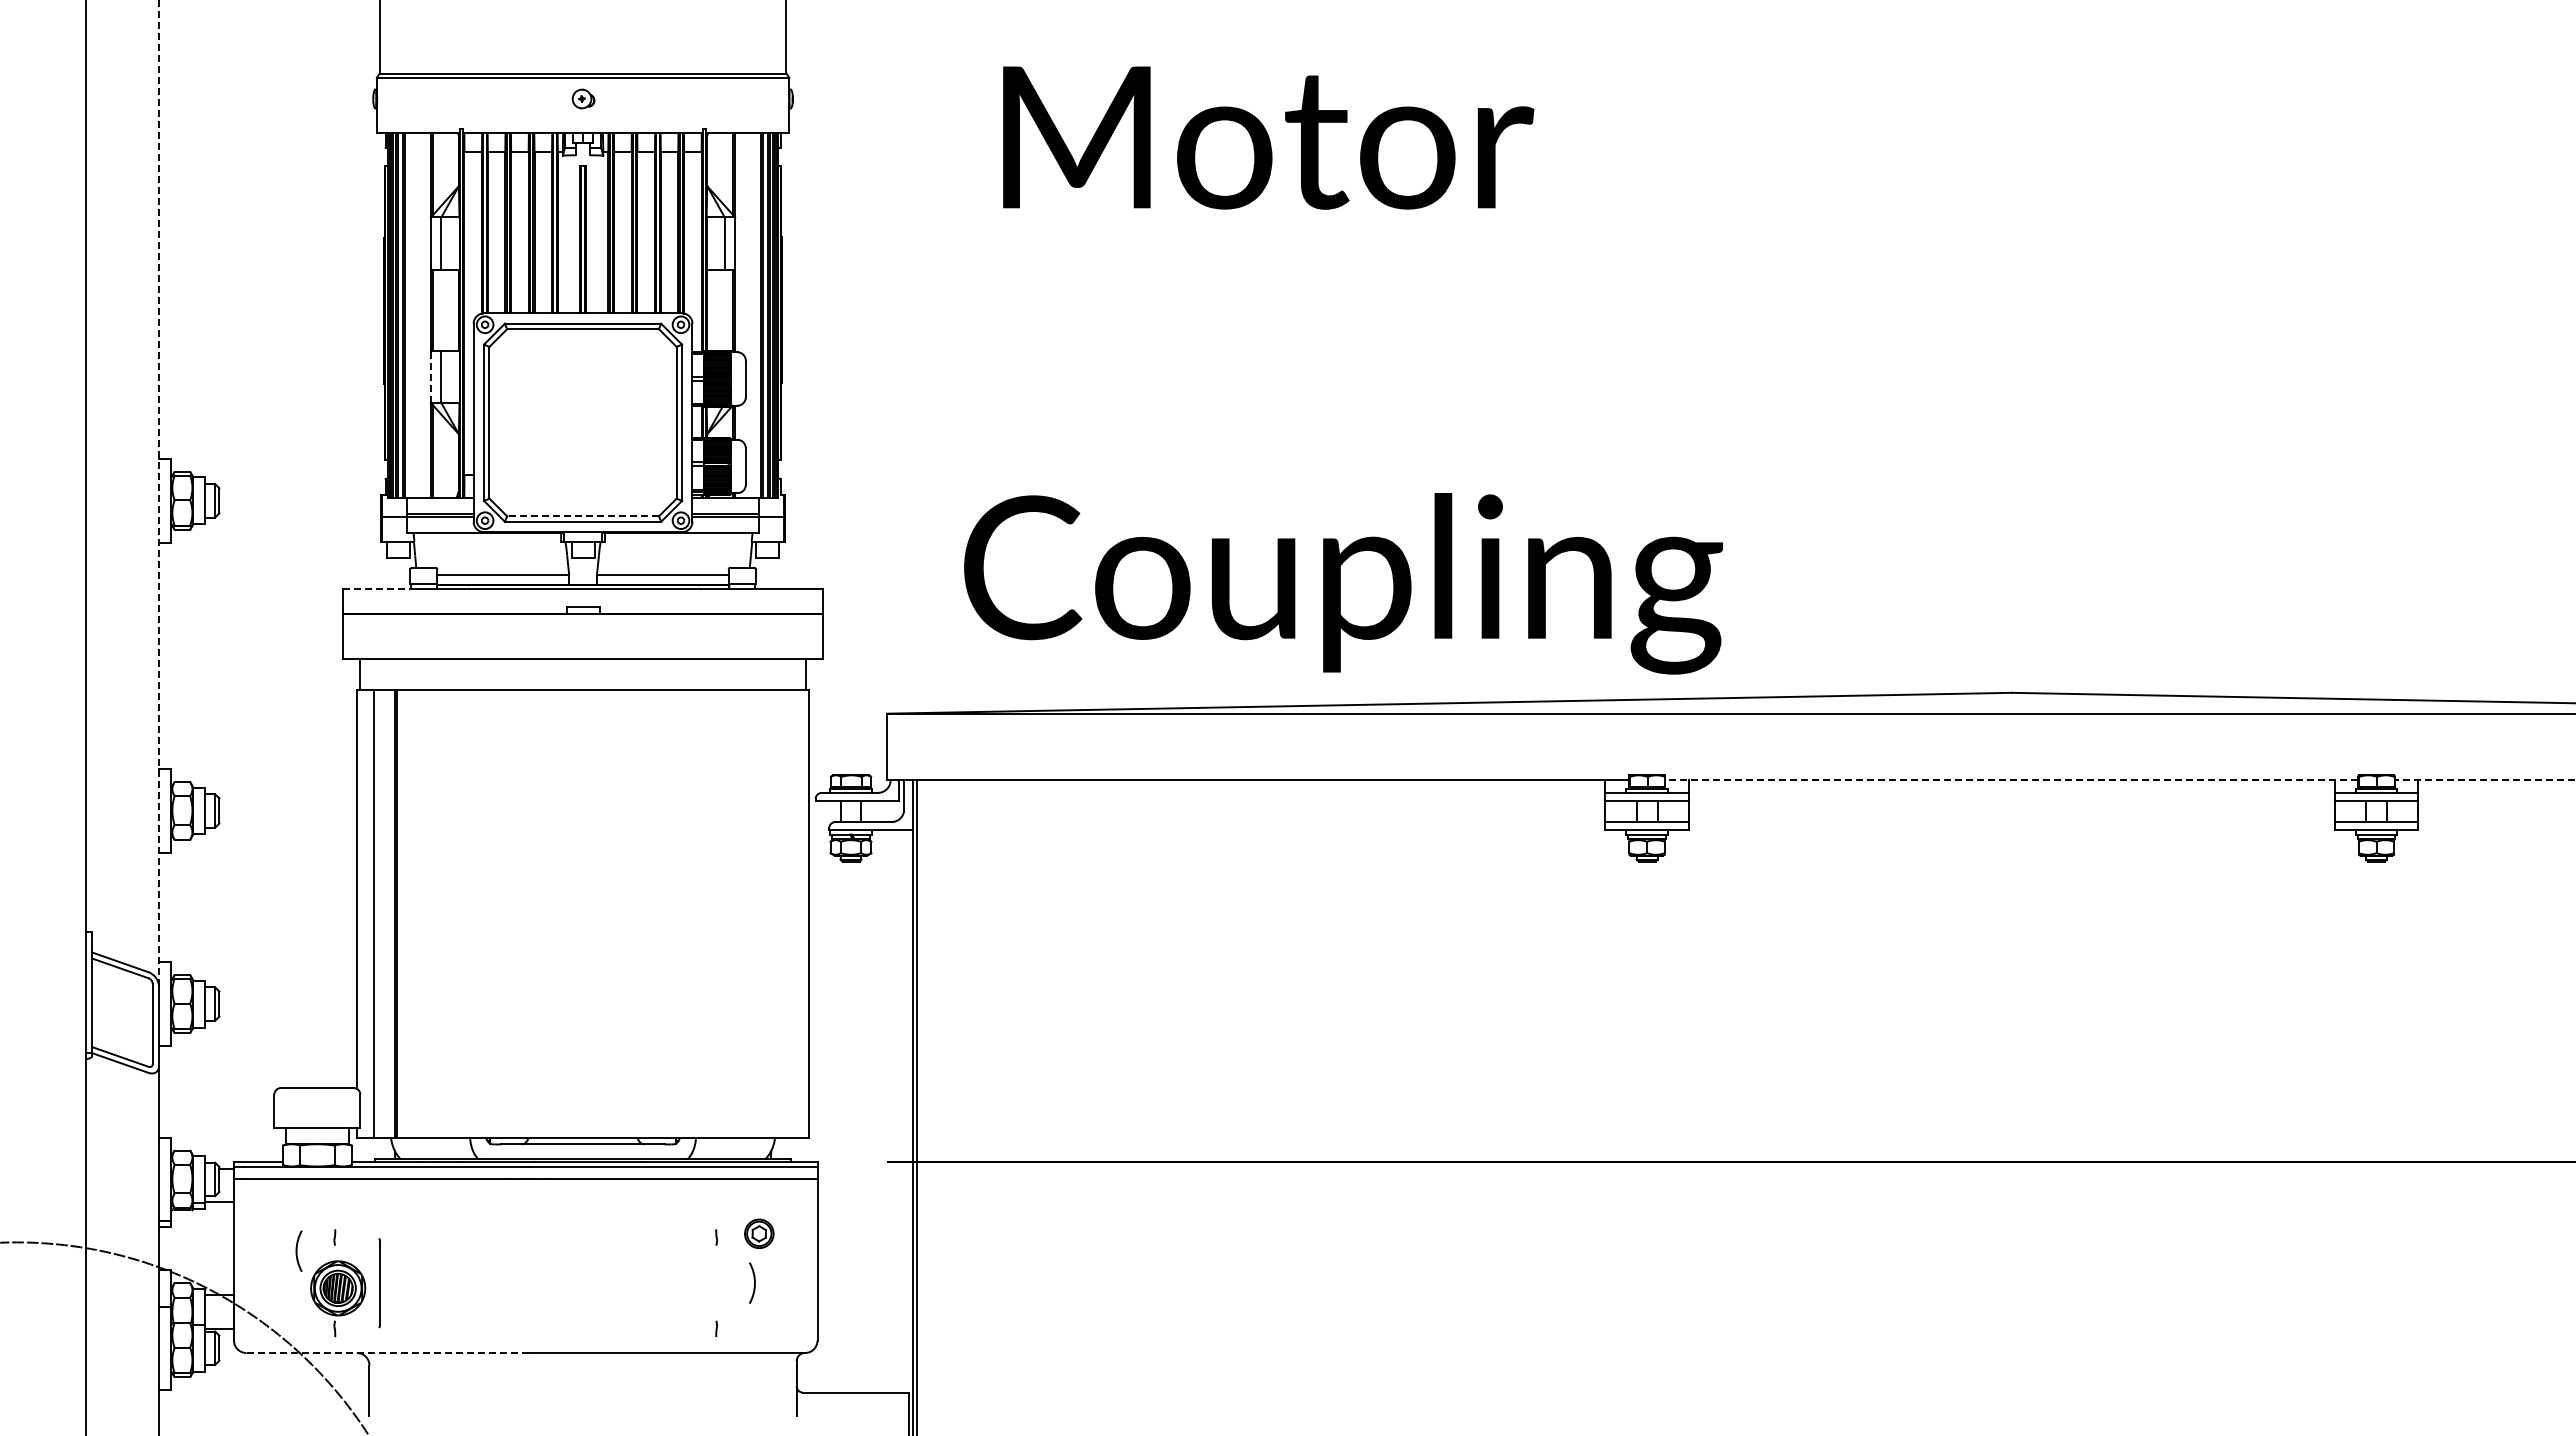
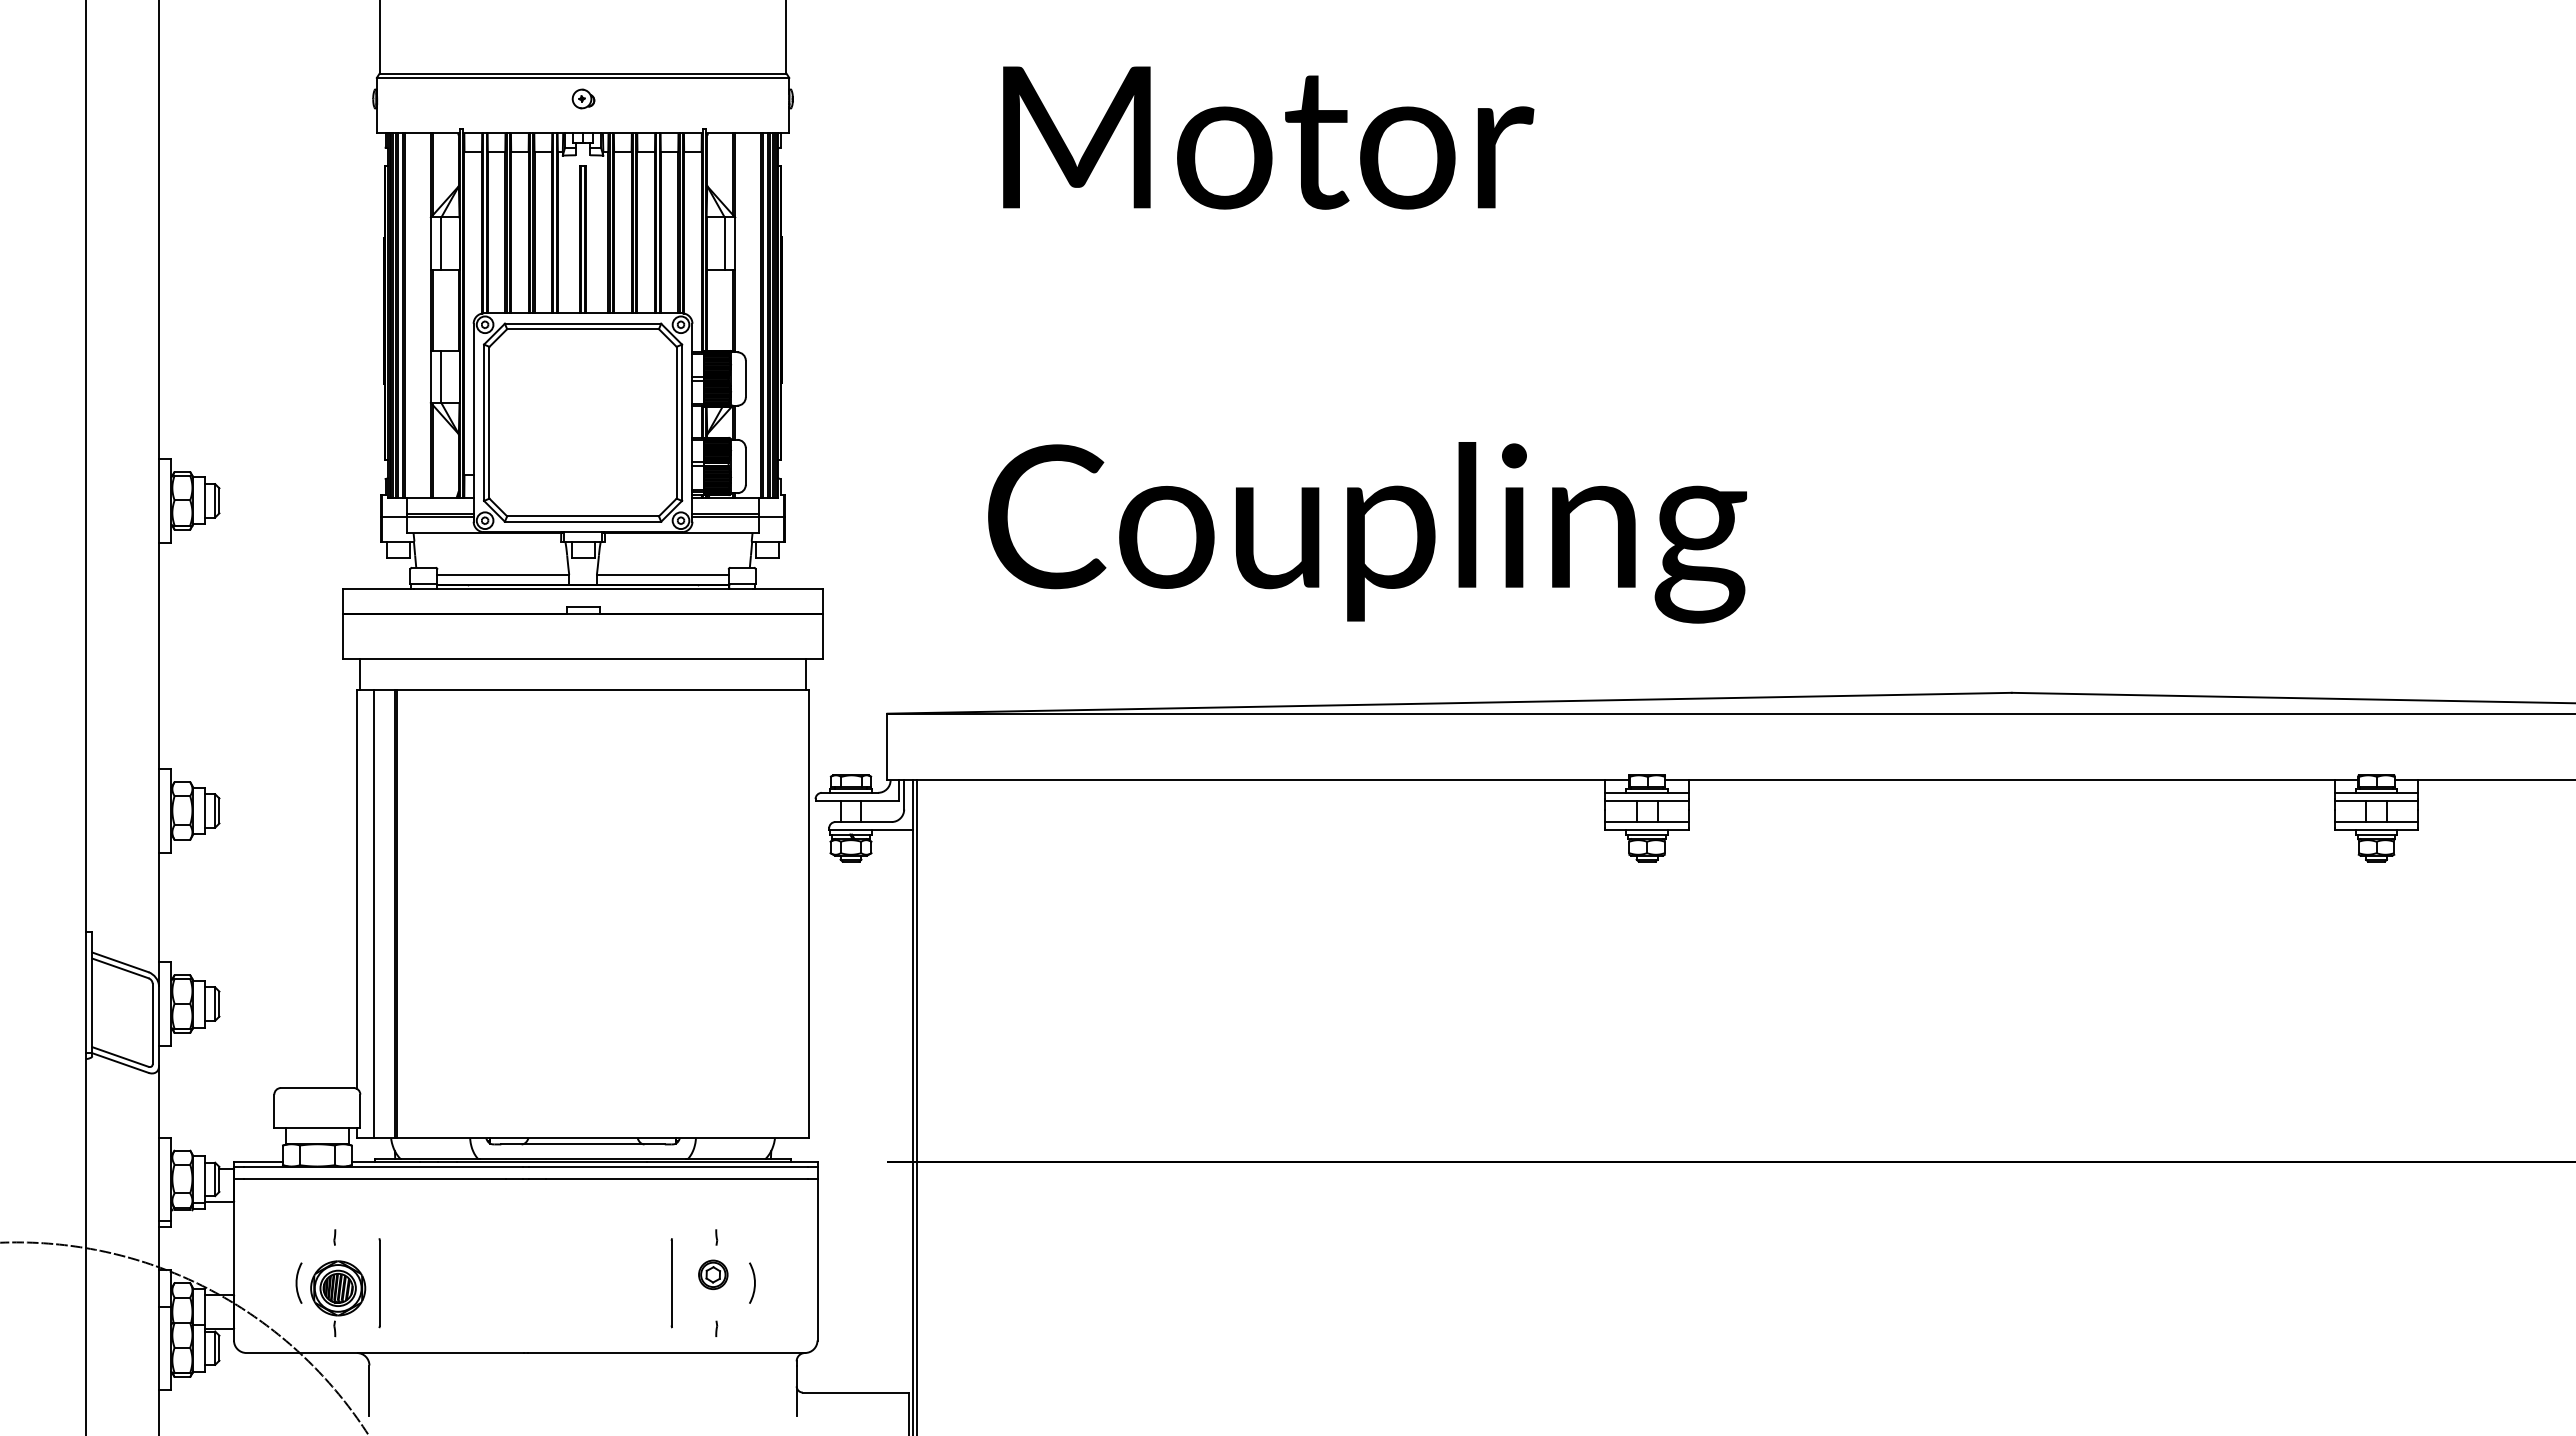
line at (430, 376): dashed -> solid
line at (158, 493): dashed -> solid
line at (583, 516): dashed -> solid
text at (1343, 583) position: (1343, 583) -> (1367, 532)
line at (379, 588): dashed -> solid
line at (2011, 780): dashed -> solid
line at (2484, 780): dashed -> solid
part at (759, 1233) position: (759, 1233) -> (713, 1274)
arc at (297, 1250) position: (297, 1250) -> (297, 1282)
line at (671, 1283): none -> present
line at (385, 1353): dashed -> solid
